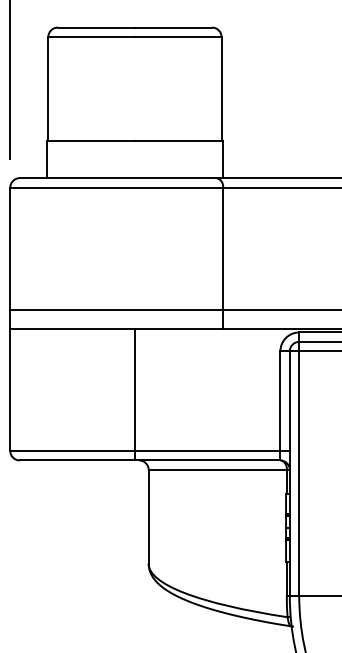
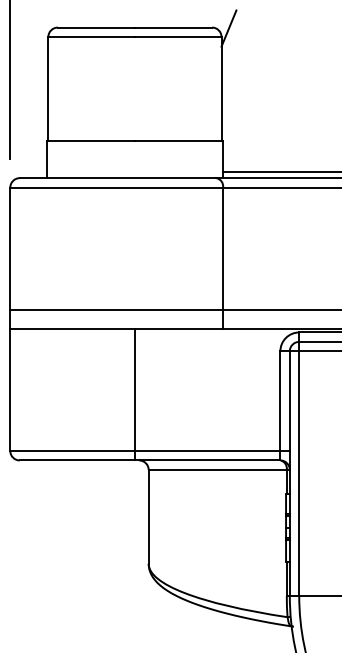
line at (228, 28): none -> present
line at (280, 172): none -> present
